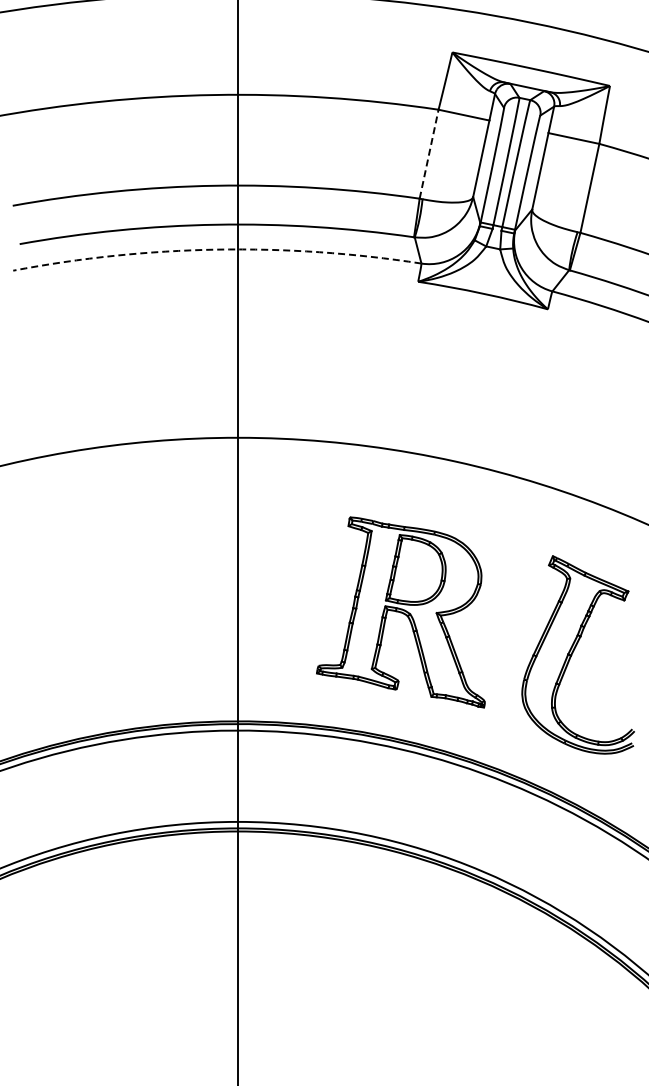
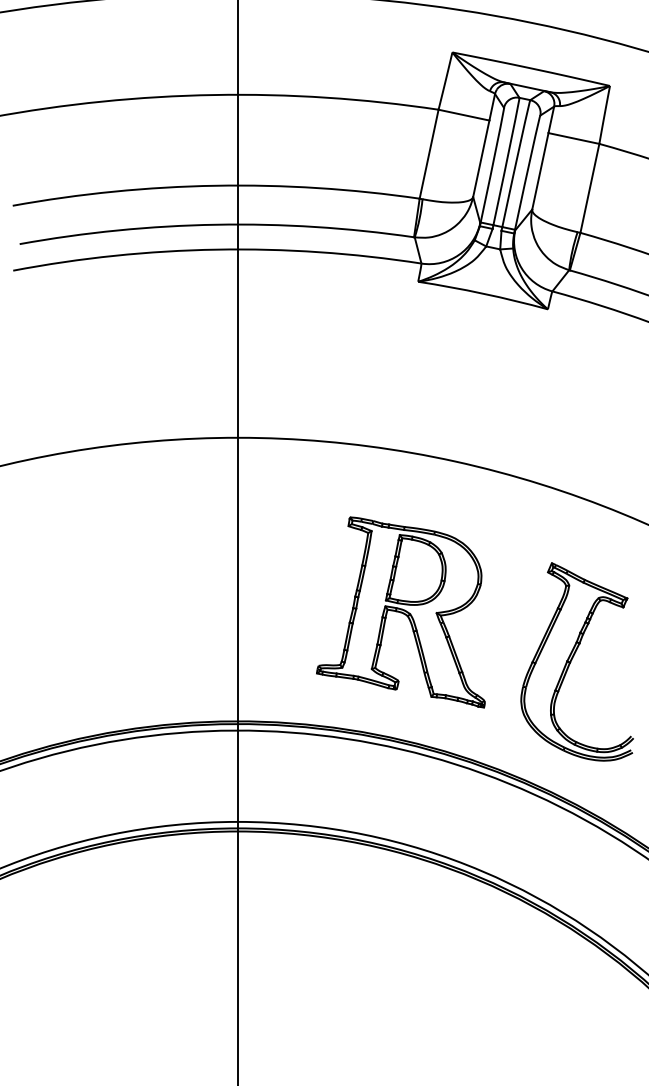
line at (429, 153): dashed -> solid
arc at (217, 249): dashed -> solid
part at (577, 654) position: (577, 654) -> (576, 661)
